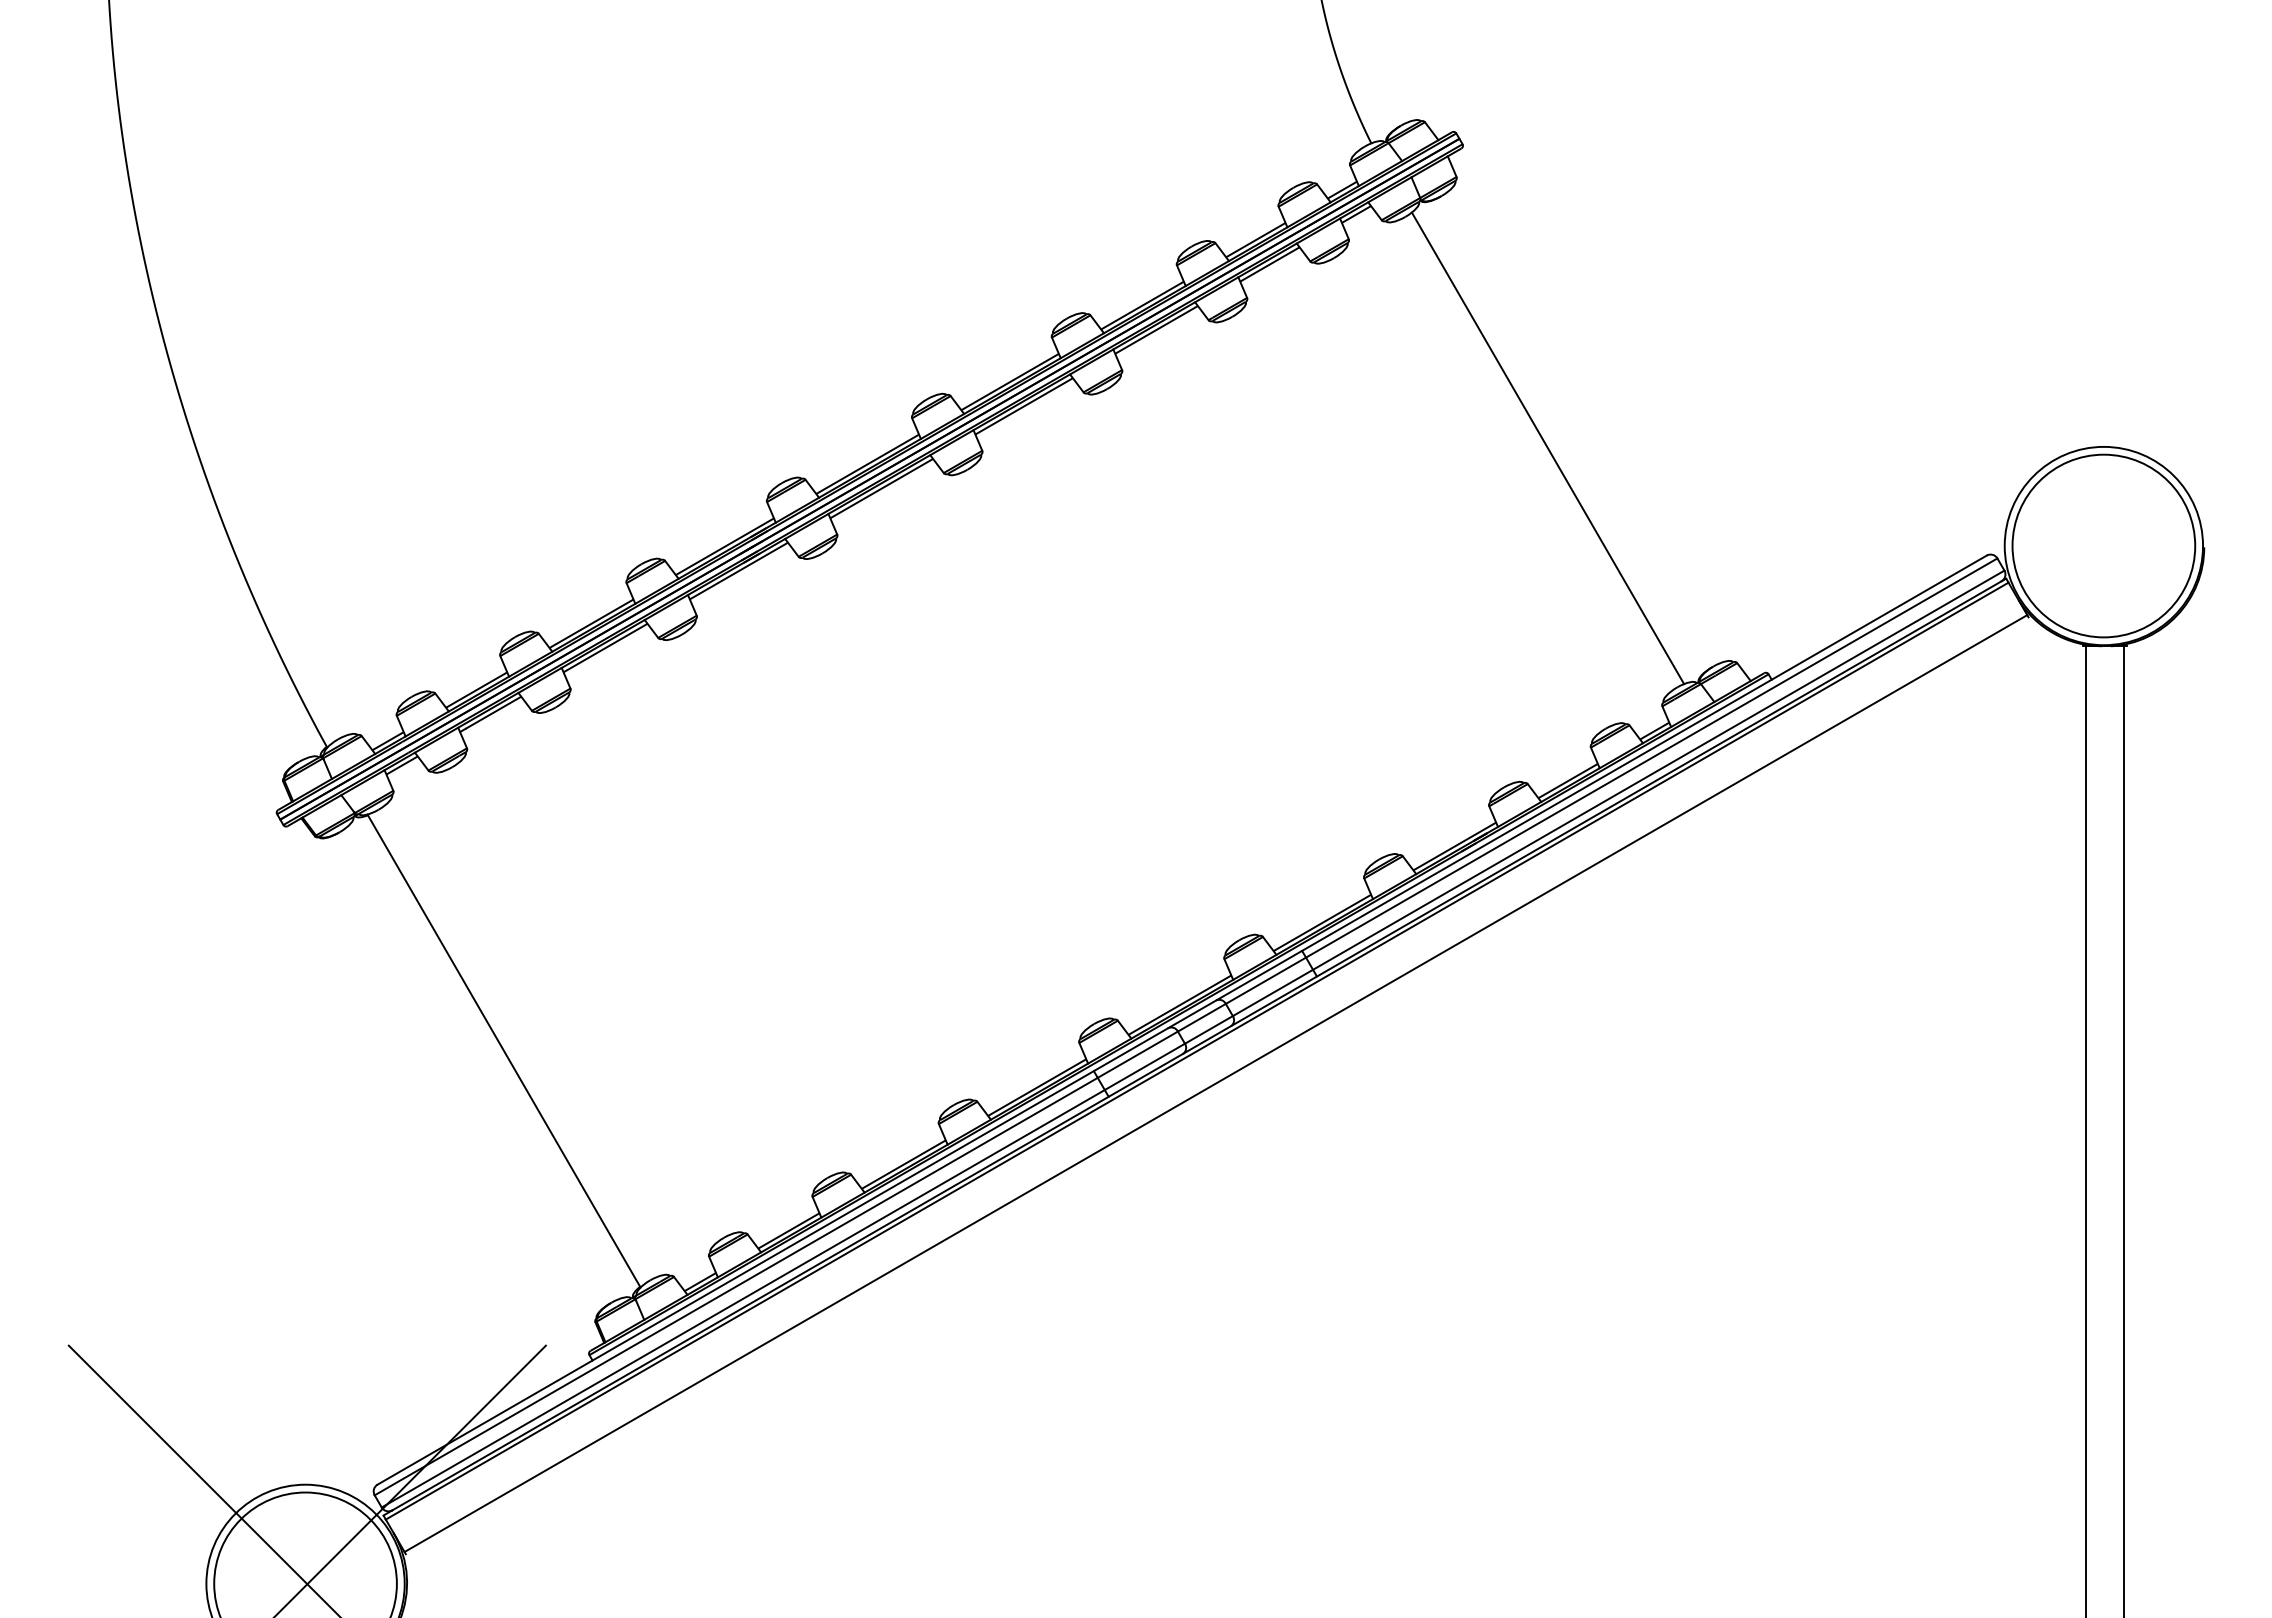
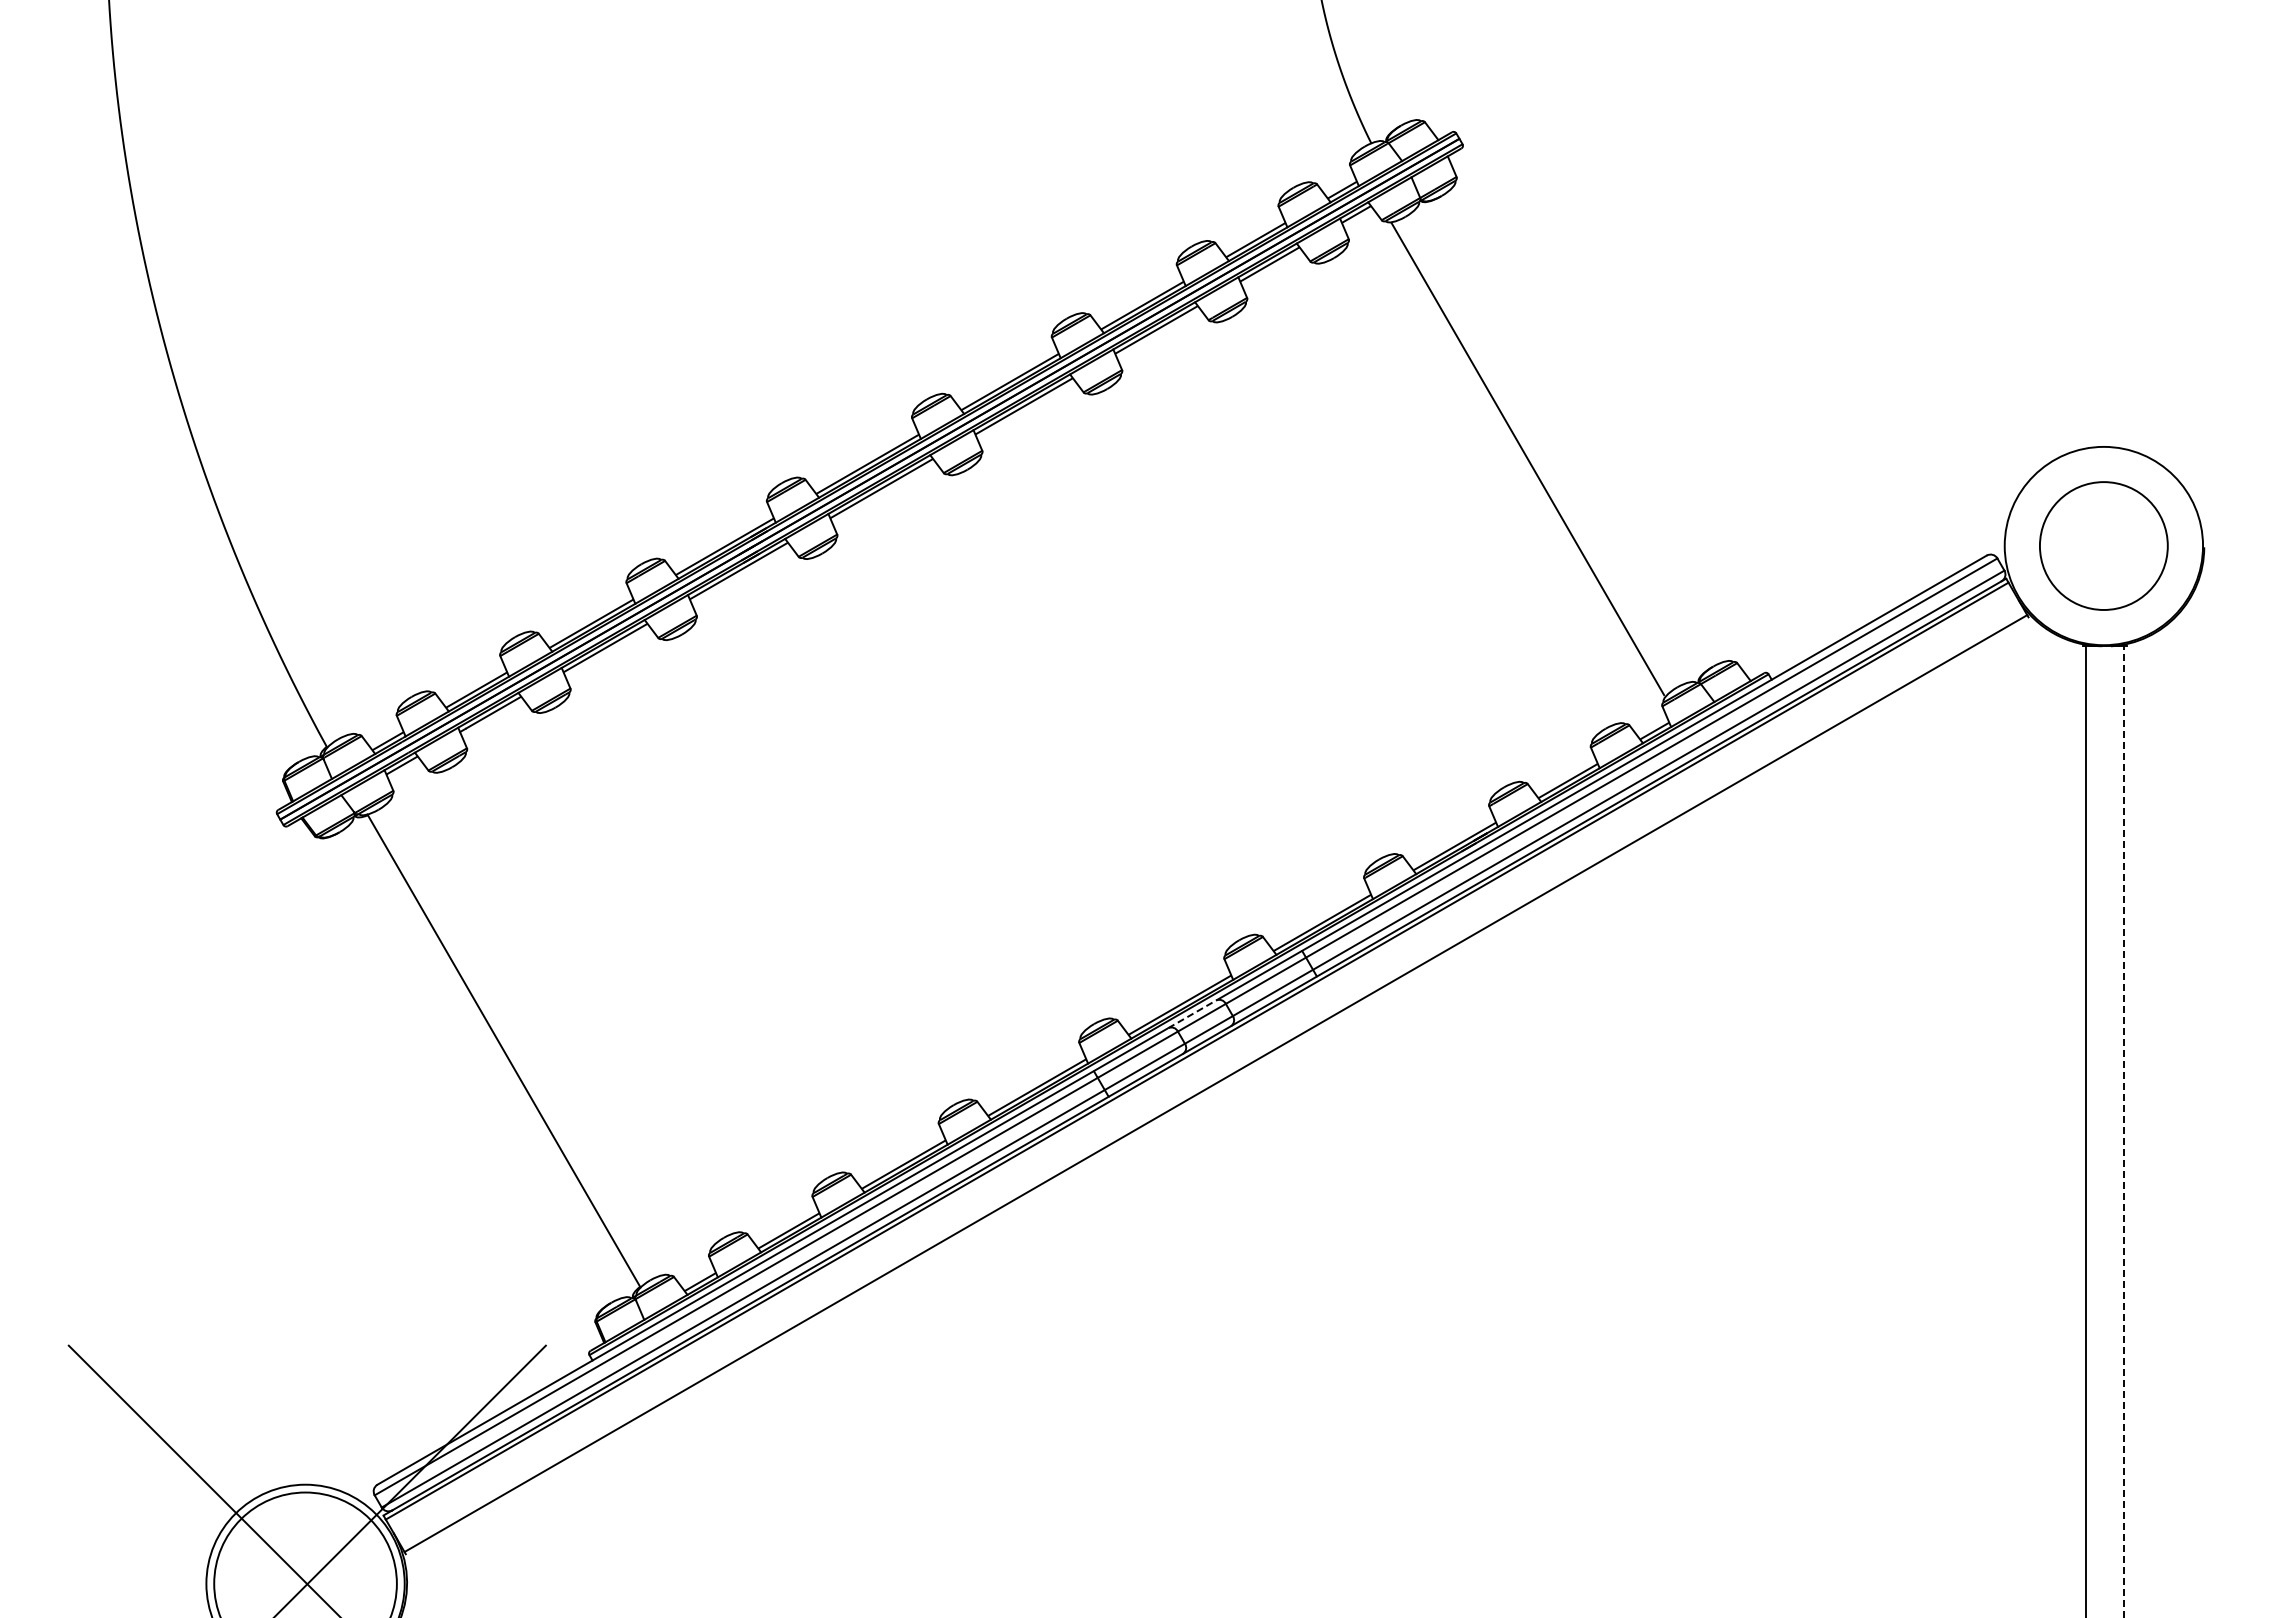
line at (1547, 448) position: (1547, 448) -> (1527, 459)
circle at (2103, 545) diameter: 183 px -> 128 px
line at (1192, 1014): solid -> dashed
line at (2123, 1131): solid -> dashed
